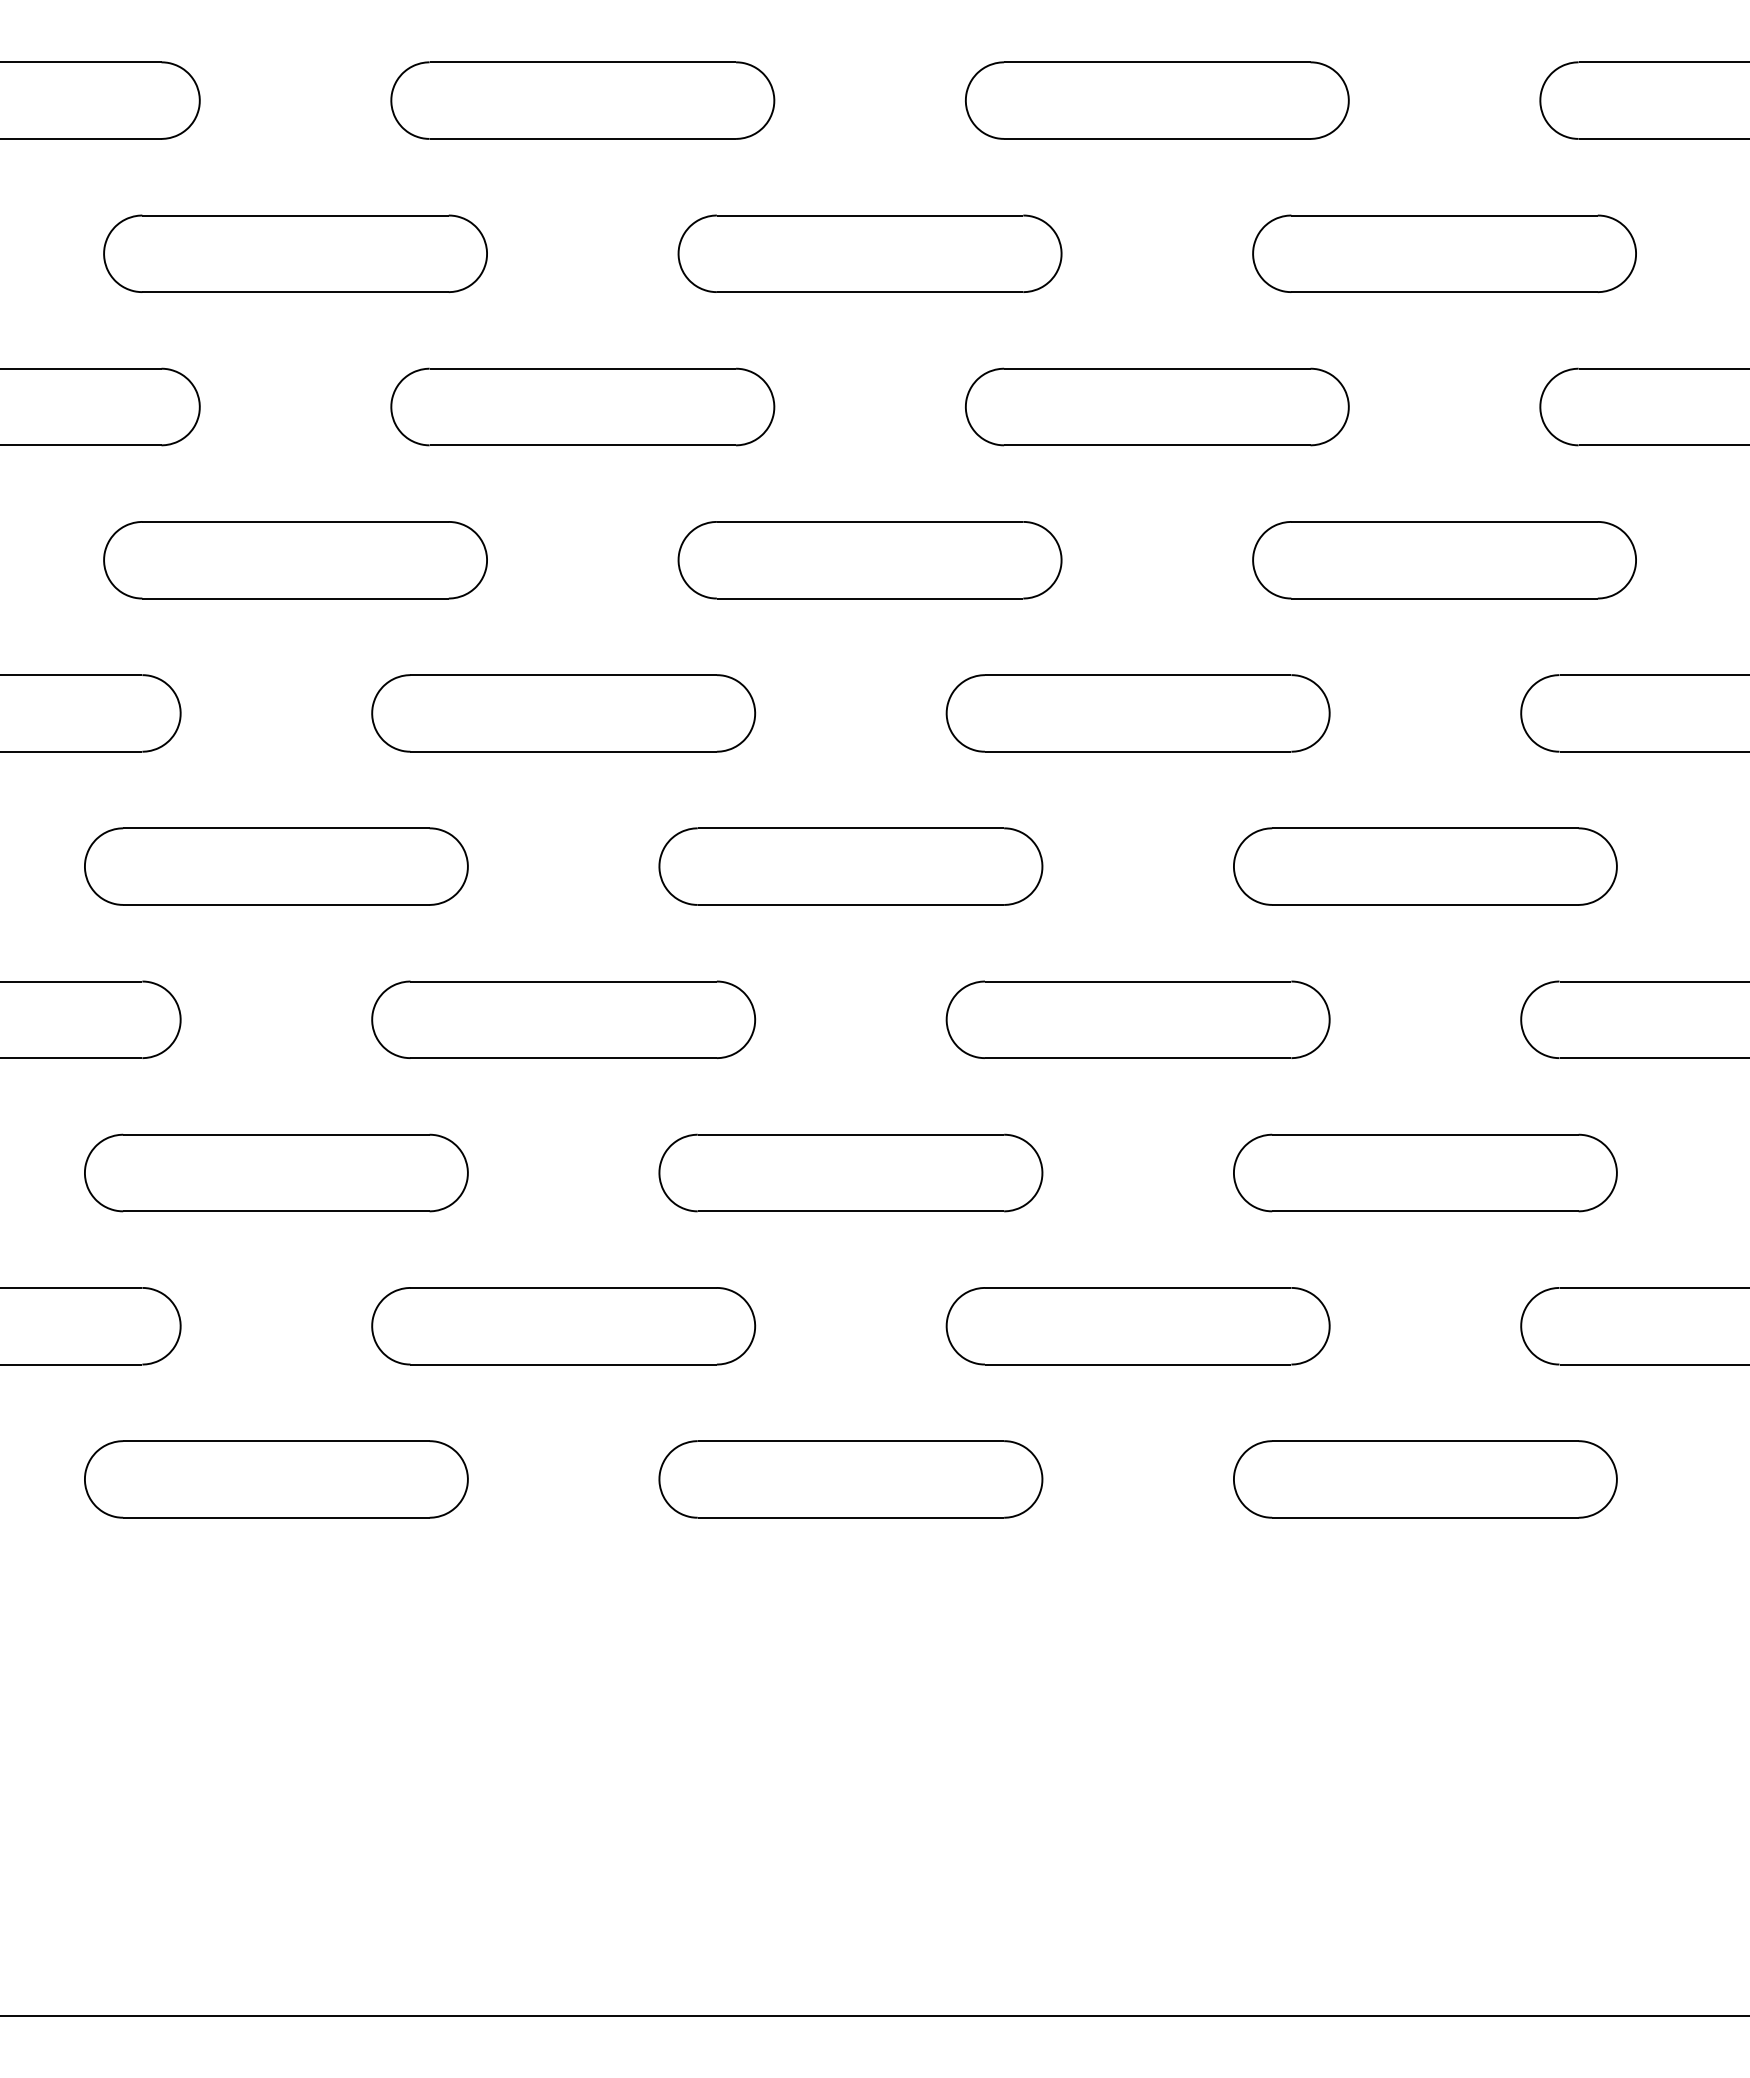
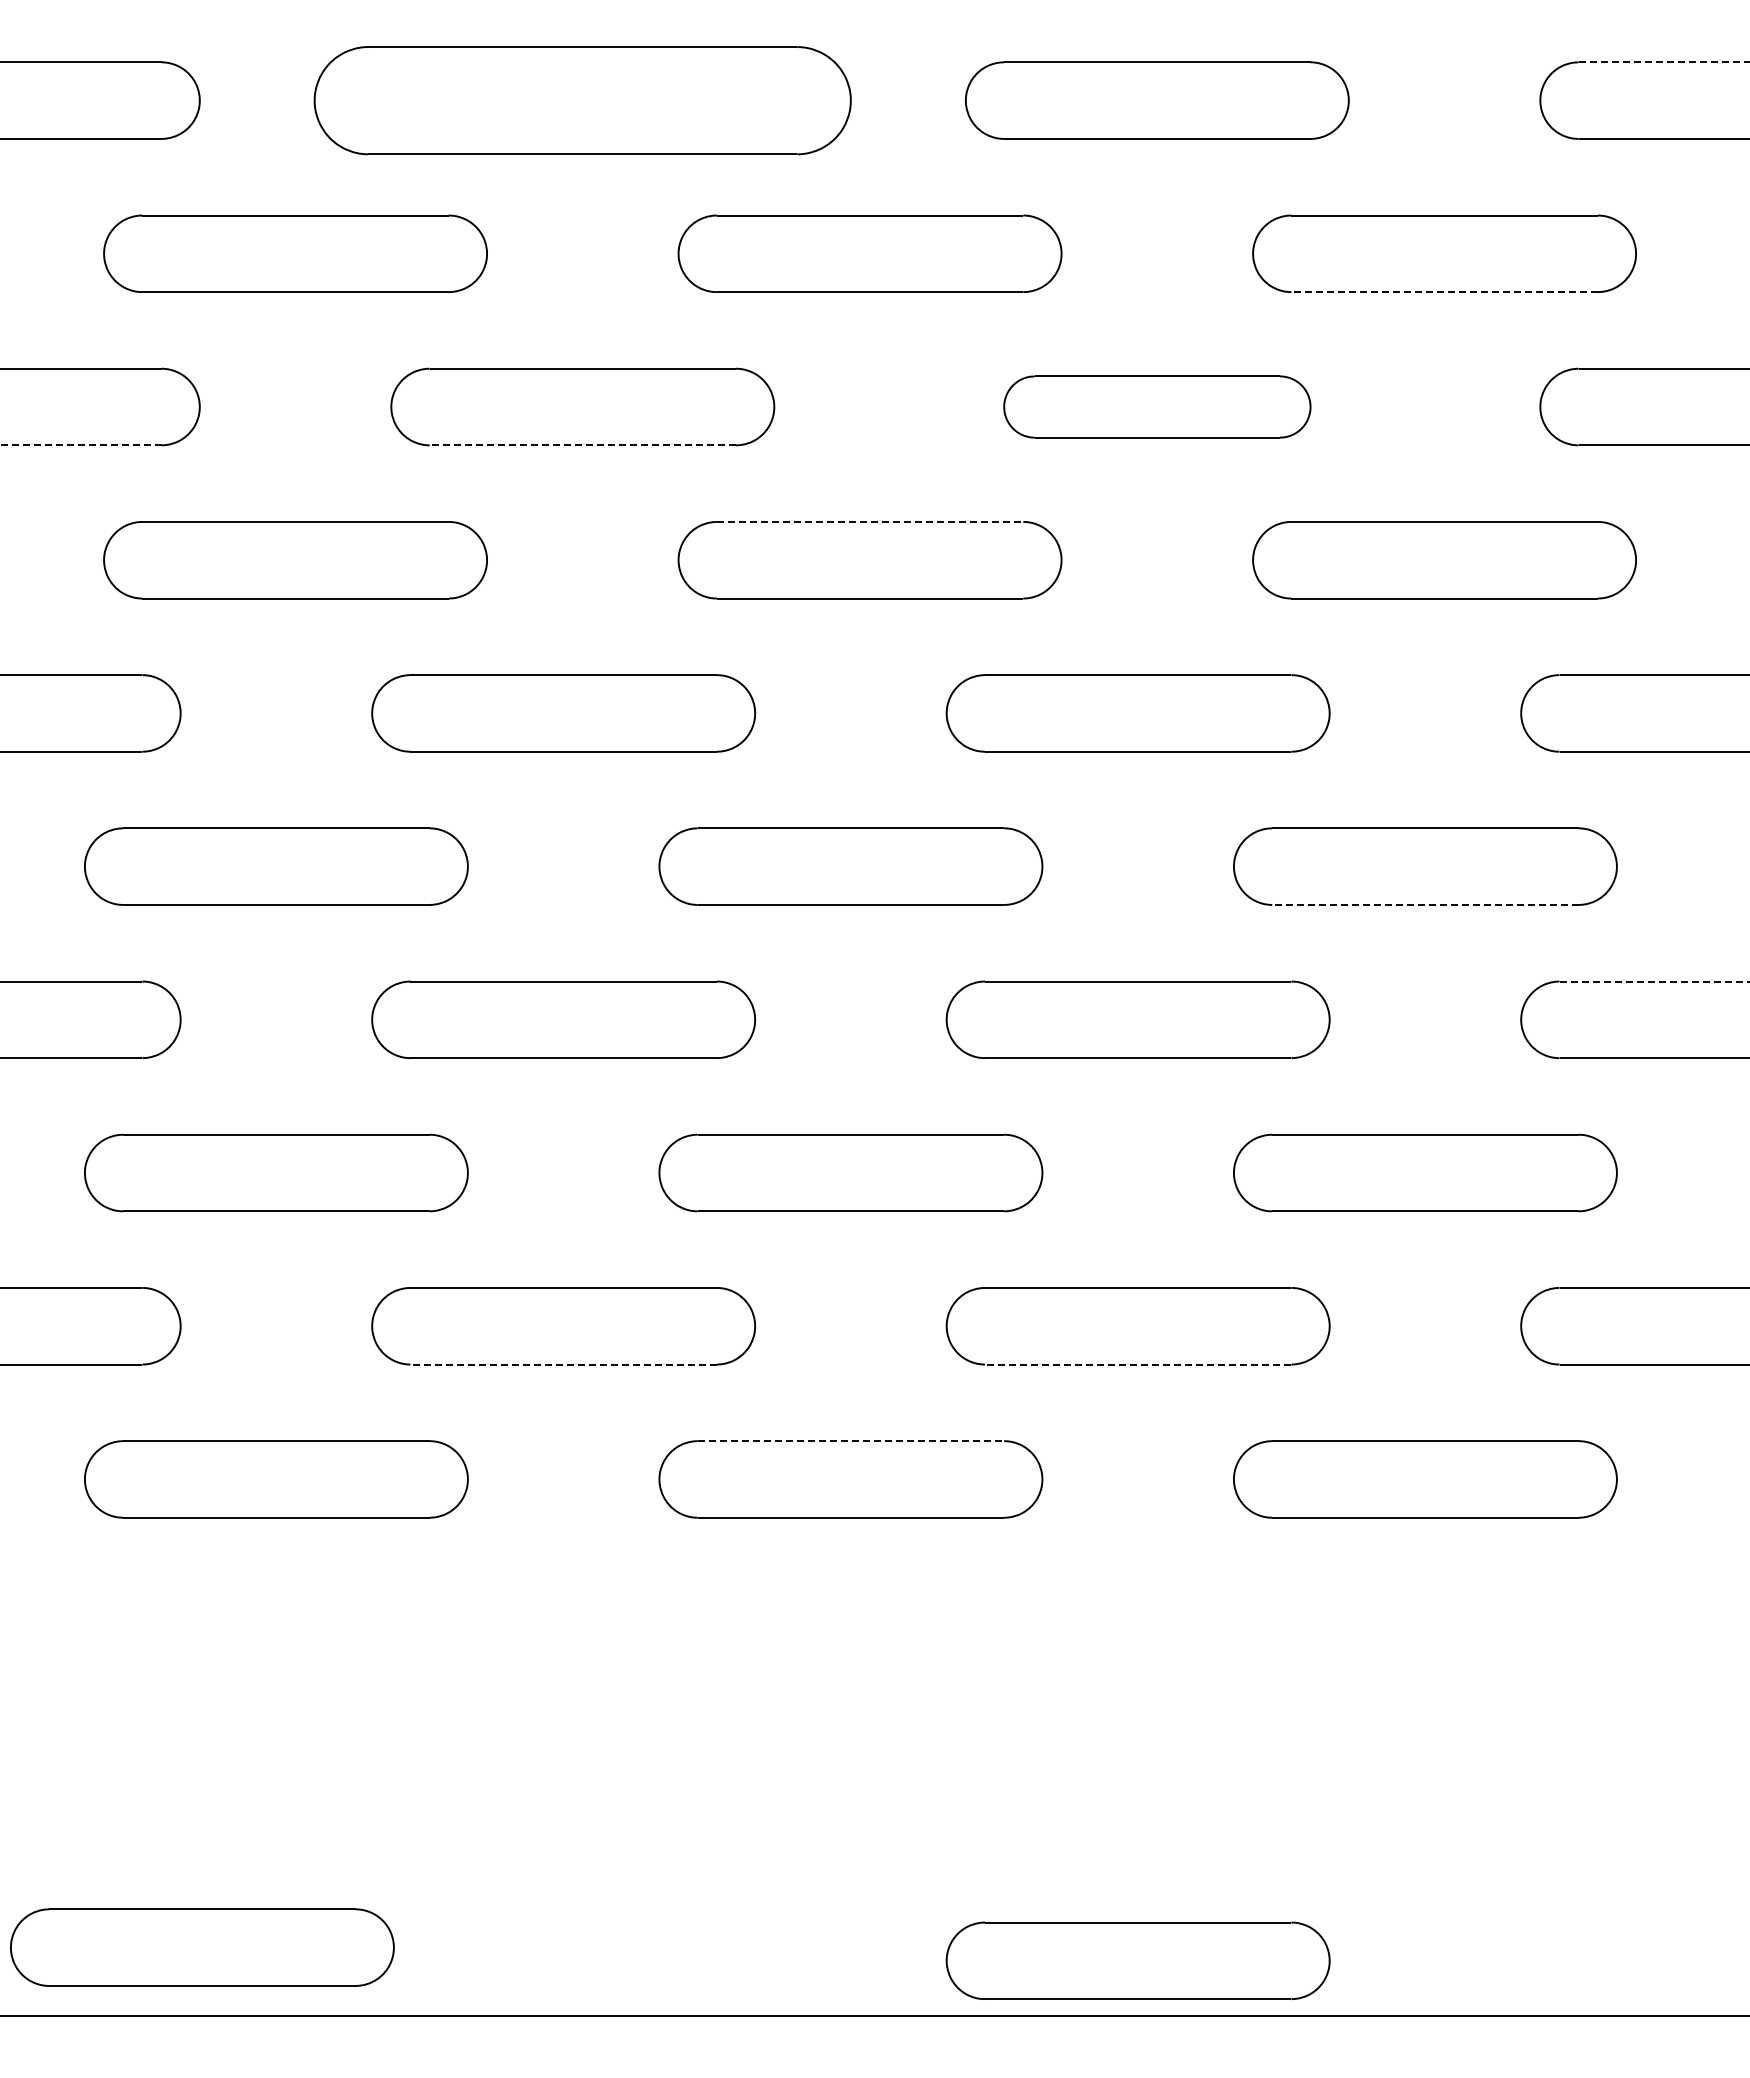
line at (1664, 62): solid -> dashed
part at (582, 100) size: 386x79 px -> 539x110 px
line at (1444, 292): solid -> dashed
part at (1157, 406) size: 385x80 px -> 309x64 px
line at (80, 445): solid -> dashed
line at (582, 445): solid -> dashed
line at (870, 521): solid -> dashed
line at (1424, 904): solid -> dashed
line at (1654, 981): solid -> dashed
line at (563, 1364): solid -> dashed
line at (1137, 1364): solid -> dashed
line at (851, 1441): solid -> dashed
part at (202, 1947): none -> present
part at (1137, 1960): none -> present
